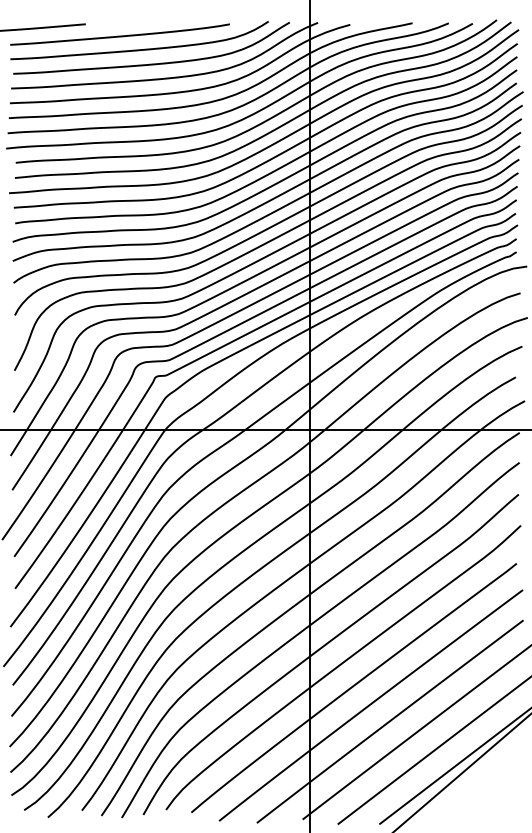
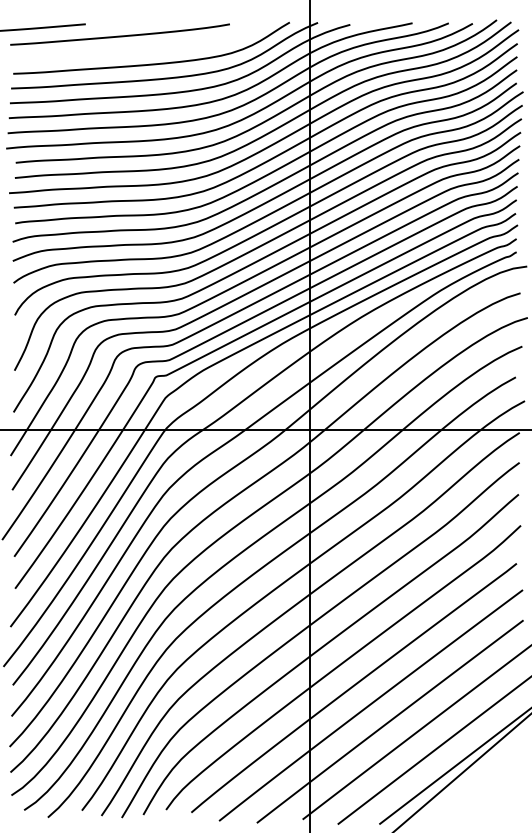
curve at (139, 49): present -> none
